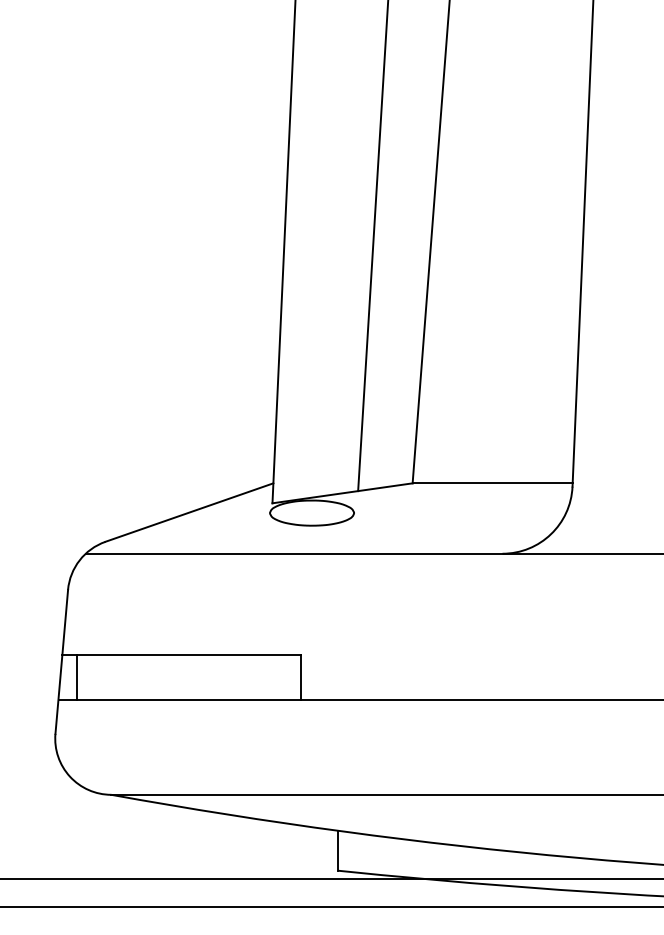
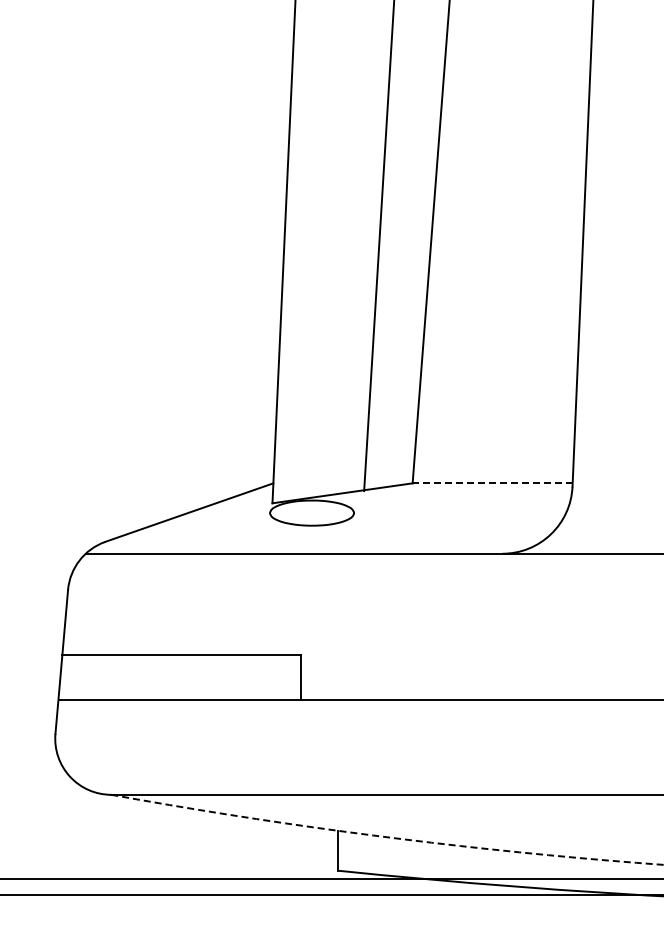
line at (373, 246) position: (373, 246) -> (379, 246)
line at (492, 483): solid -> dashed
line at (77, 676): present -> none
arc at (387, 837): solid -> dashed
line at (331, 906) position: (331, 906) -> (331, 894)
